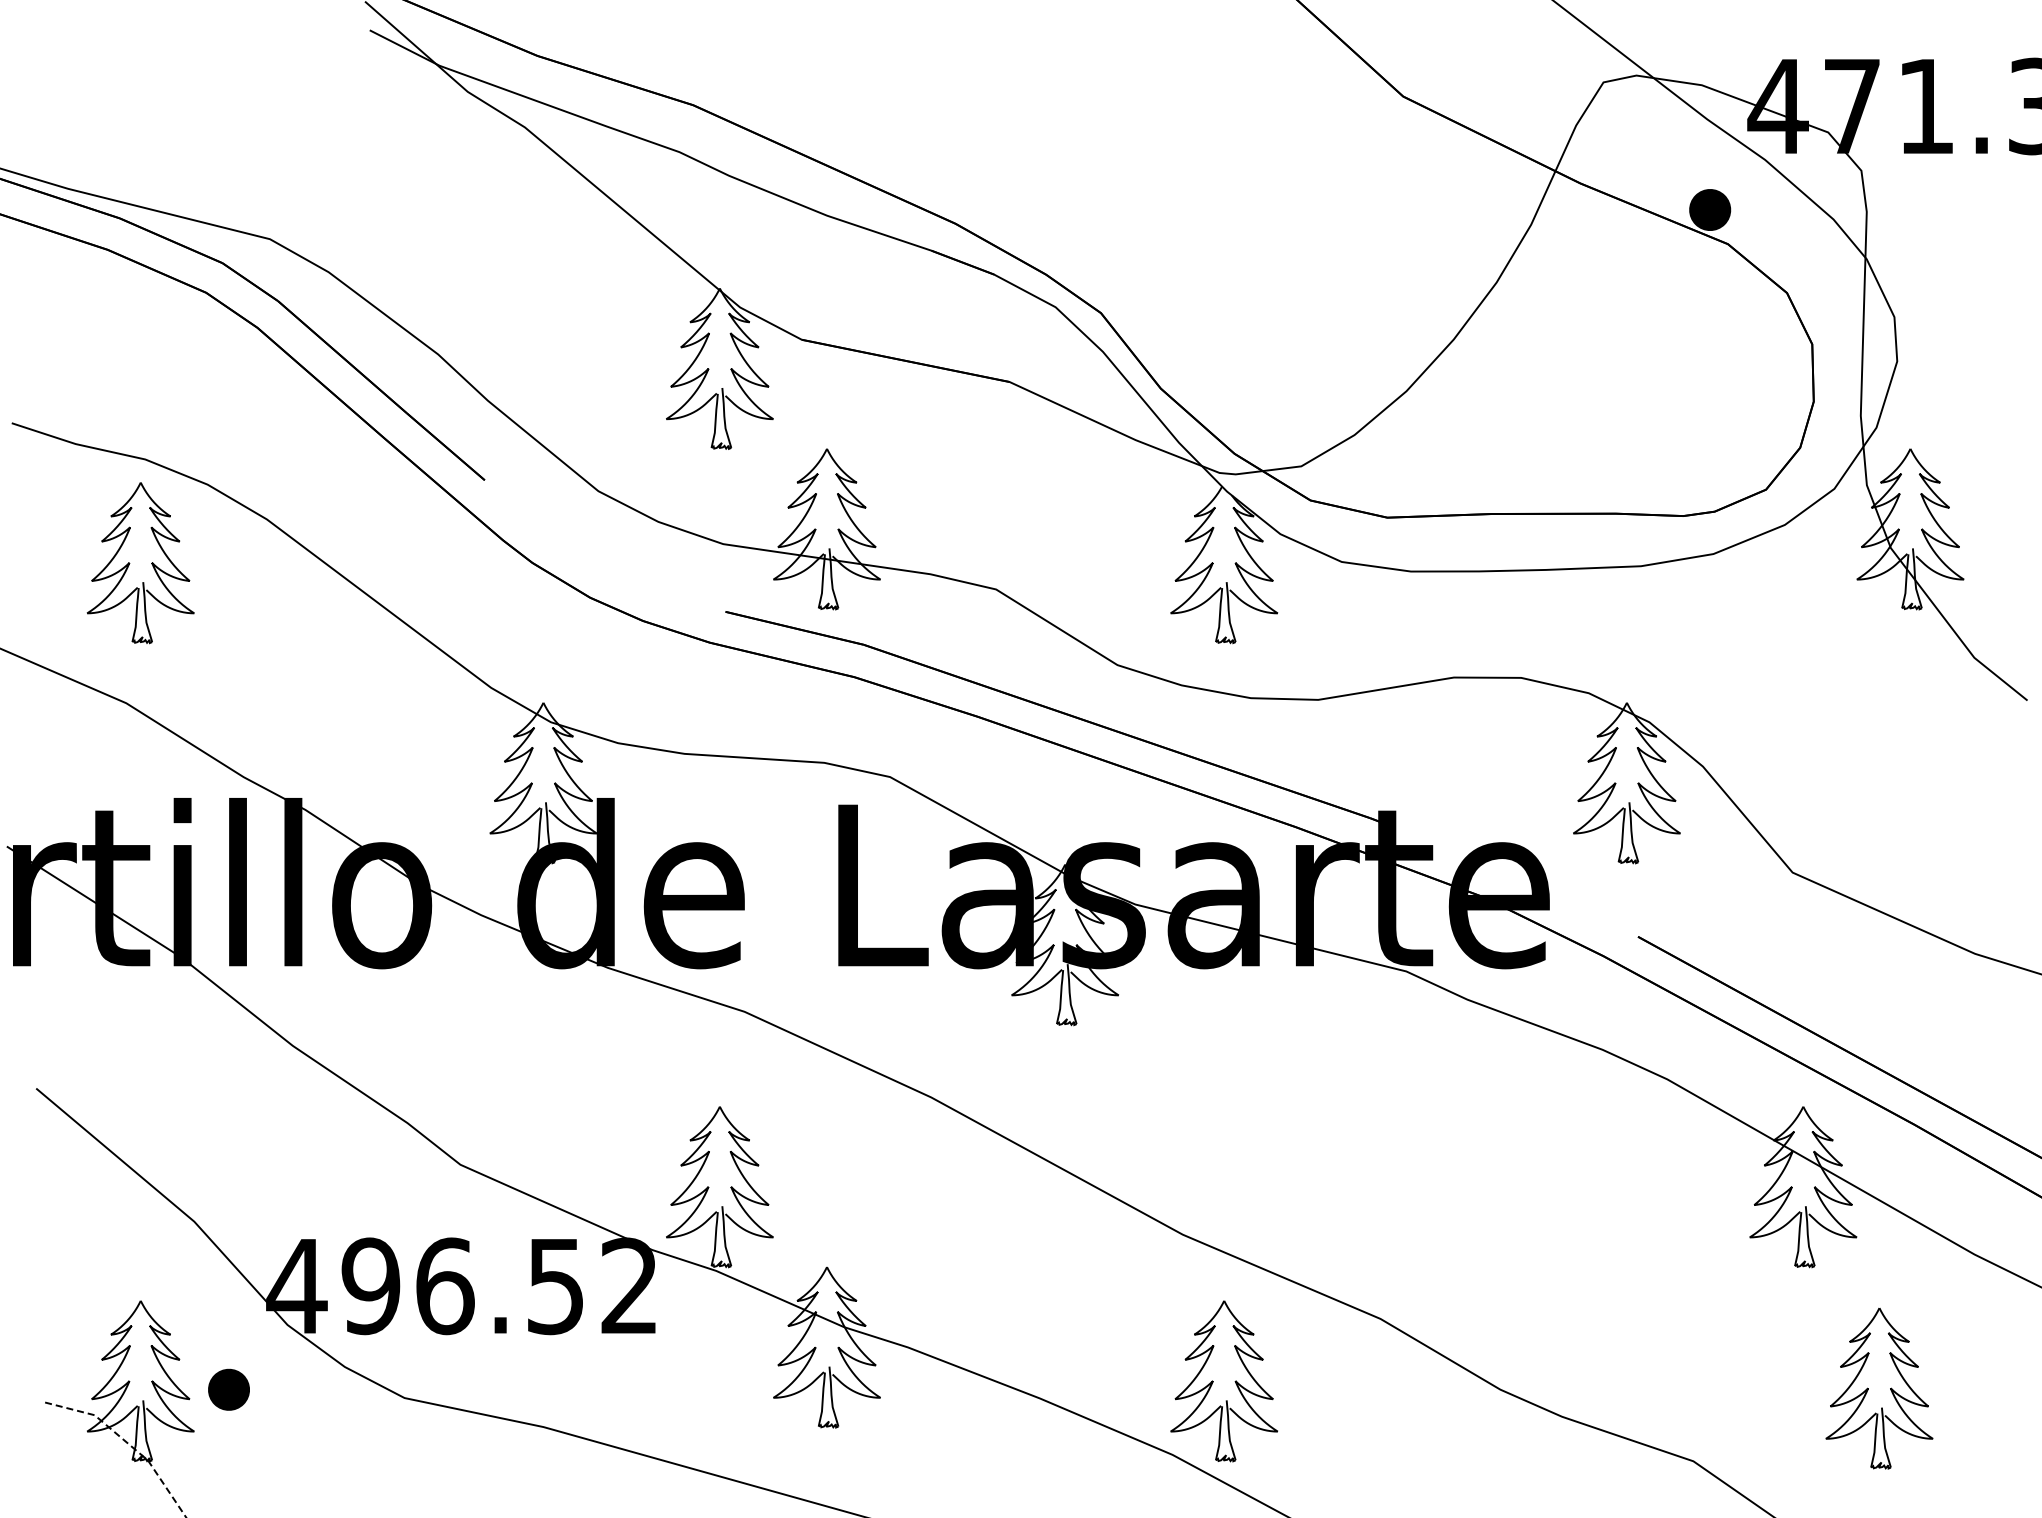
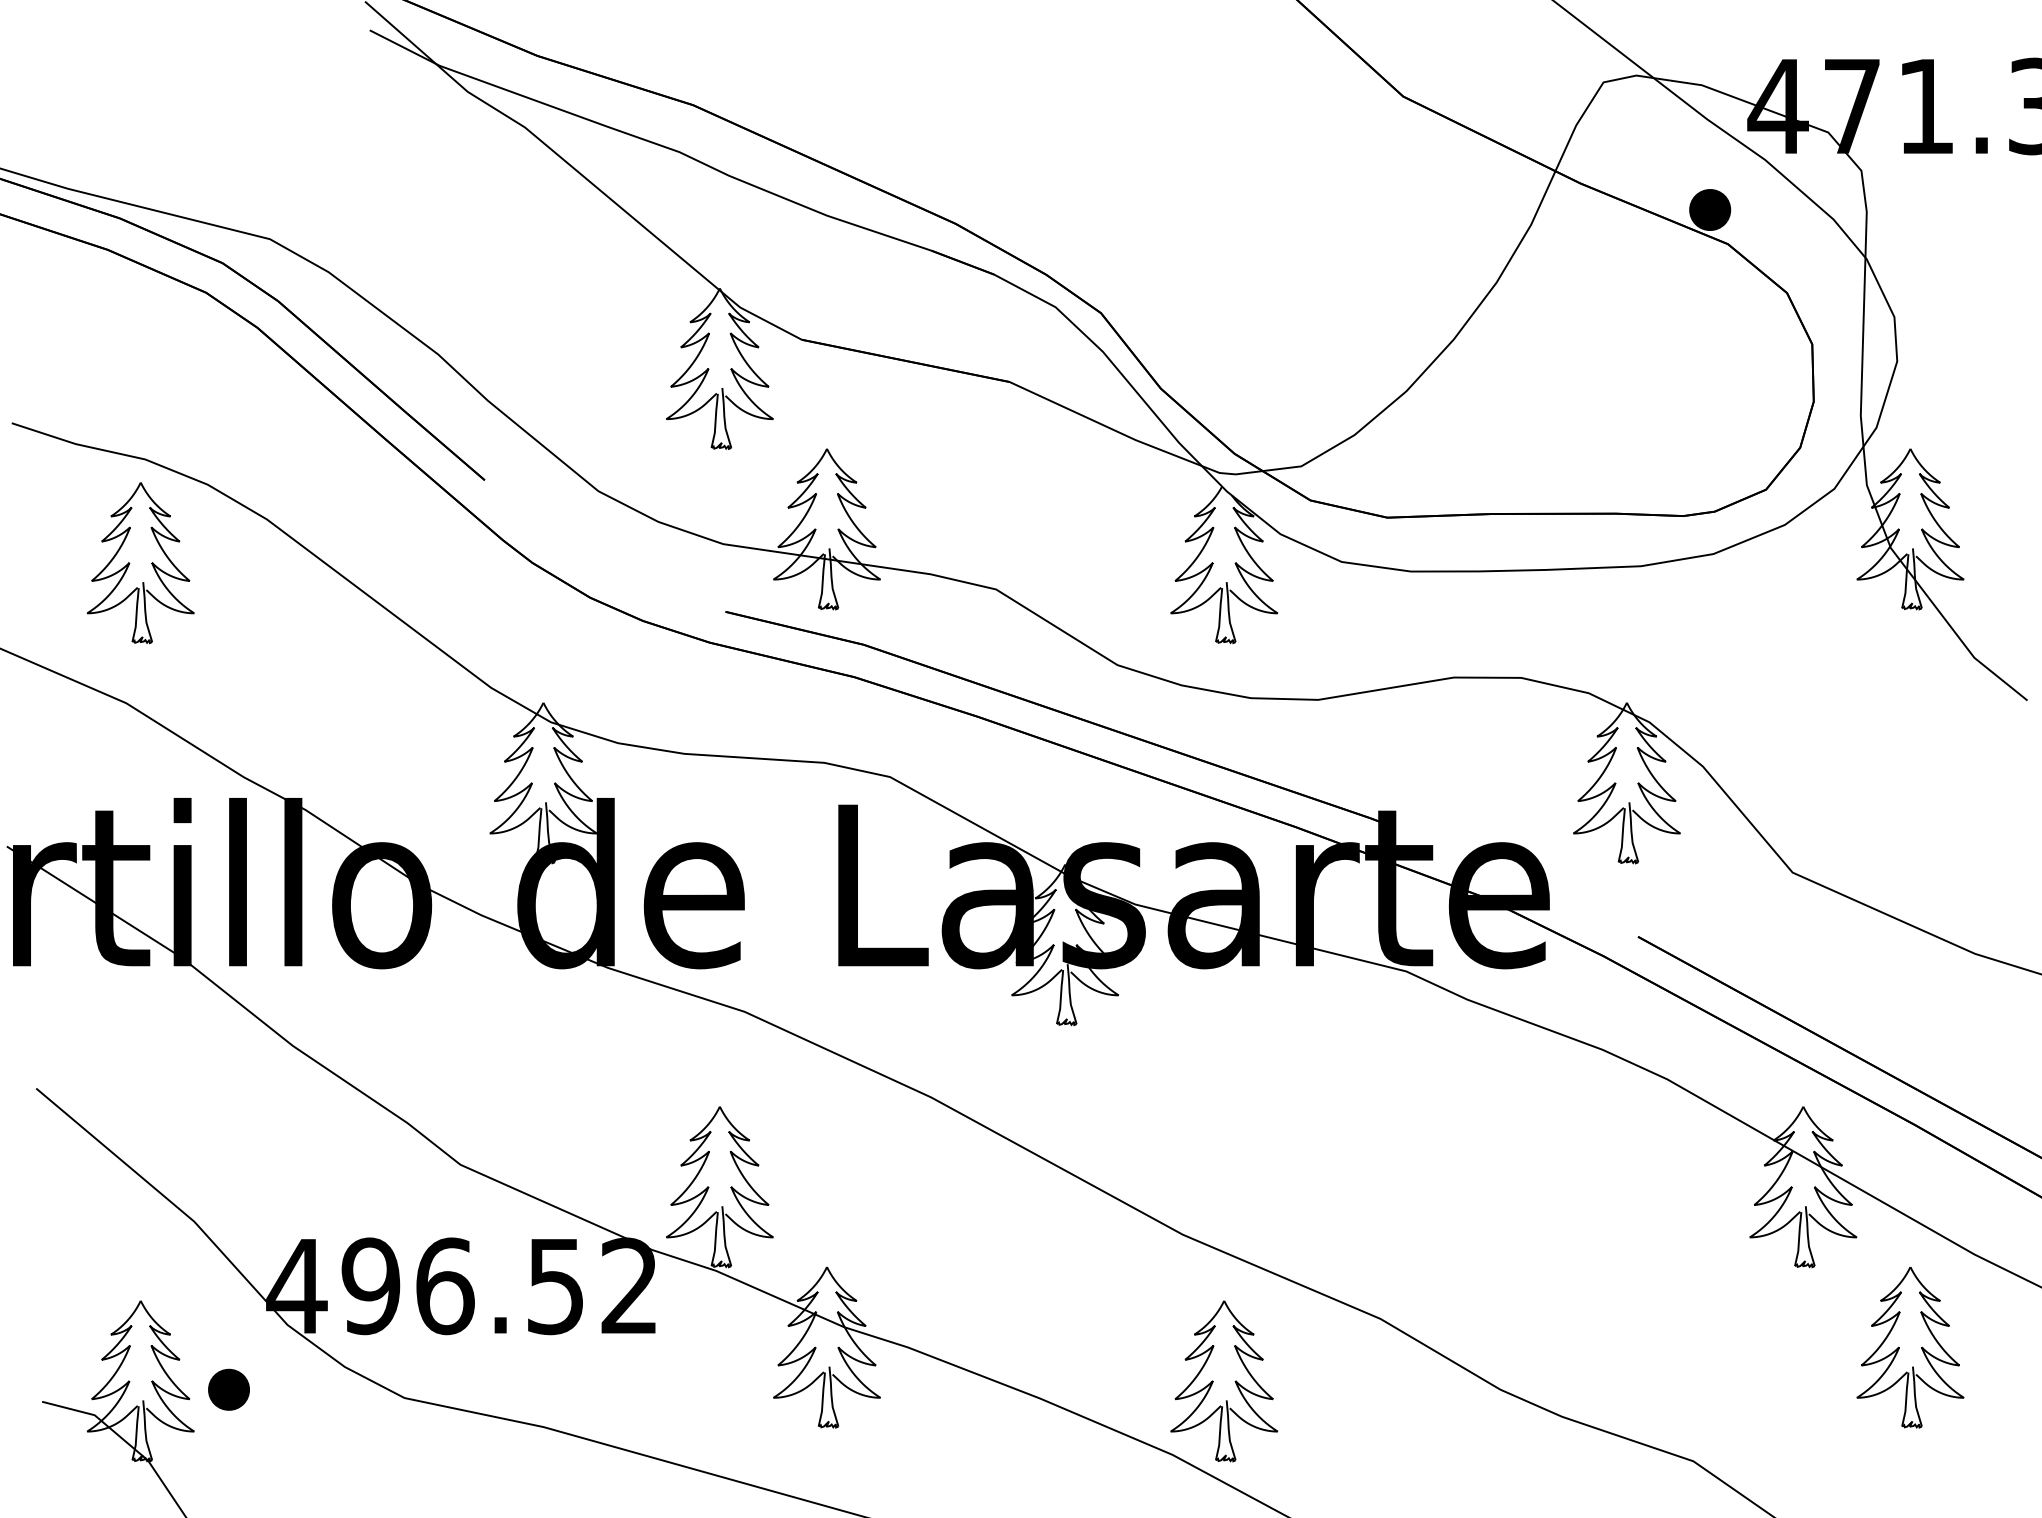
part at (1879, 1388) position: (1879, 1388) -> (1910, 1347)
line at (126, 1442): dashed -> solid
